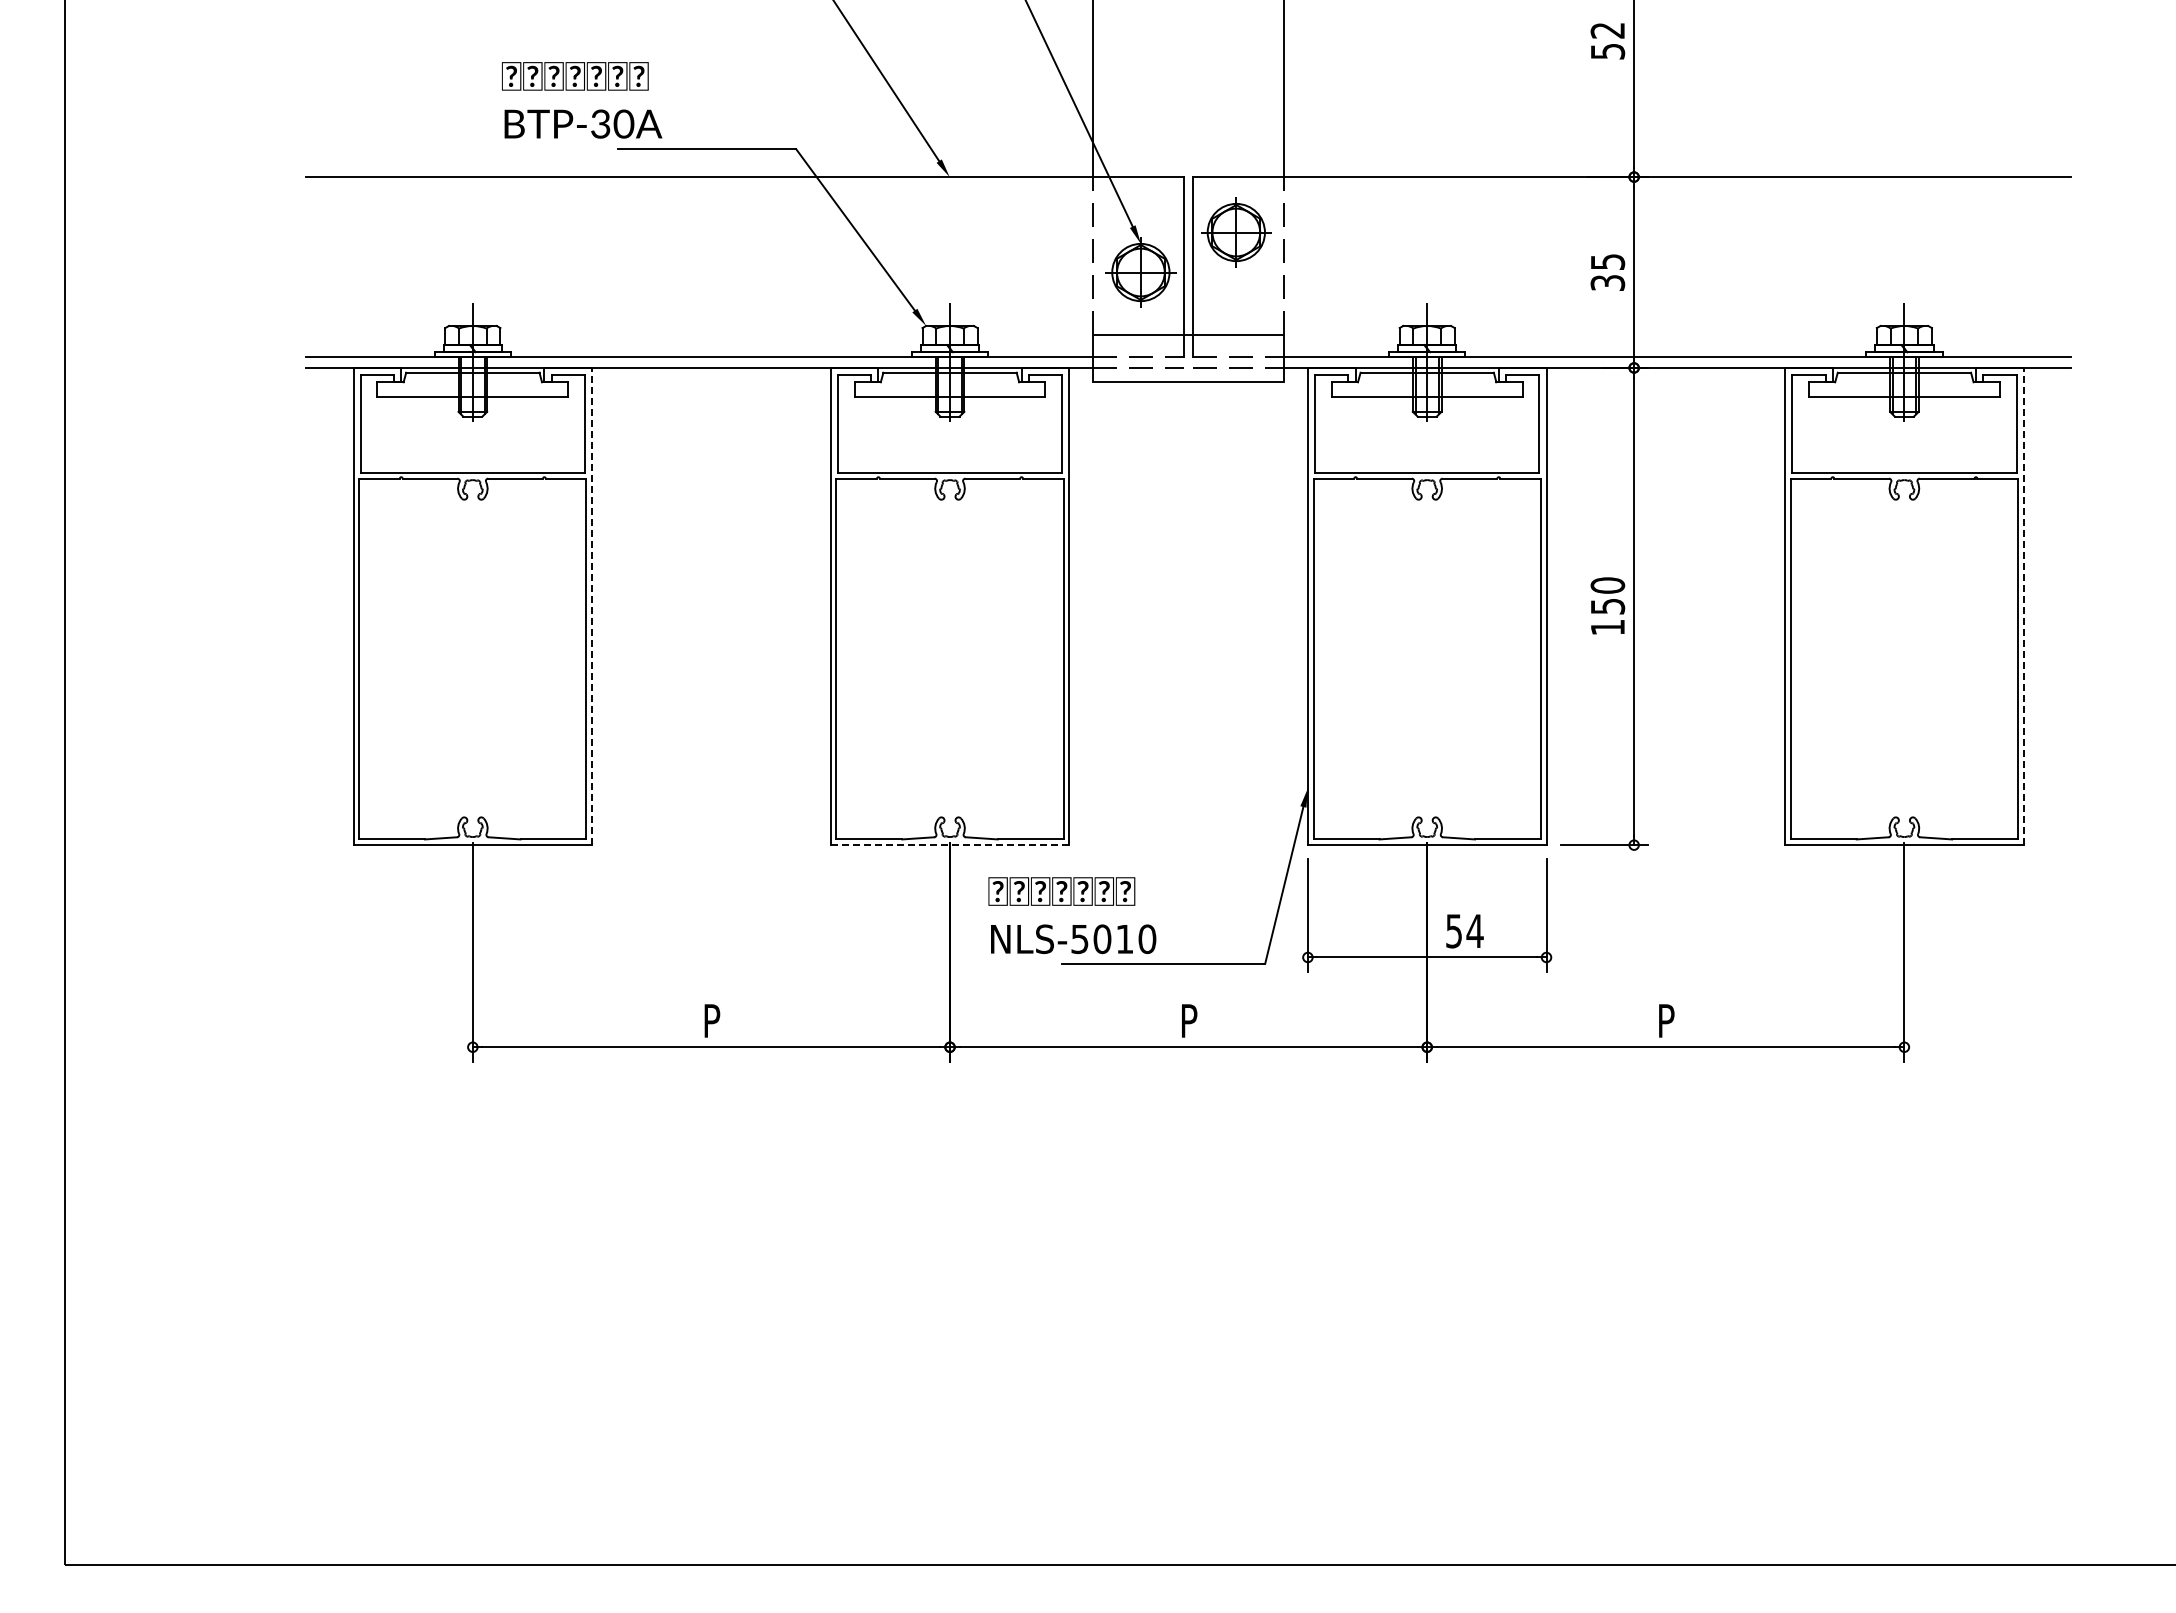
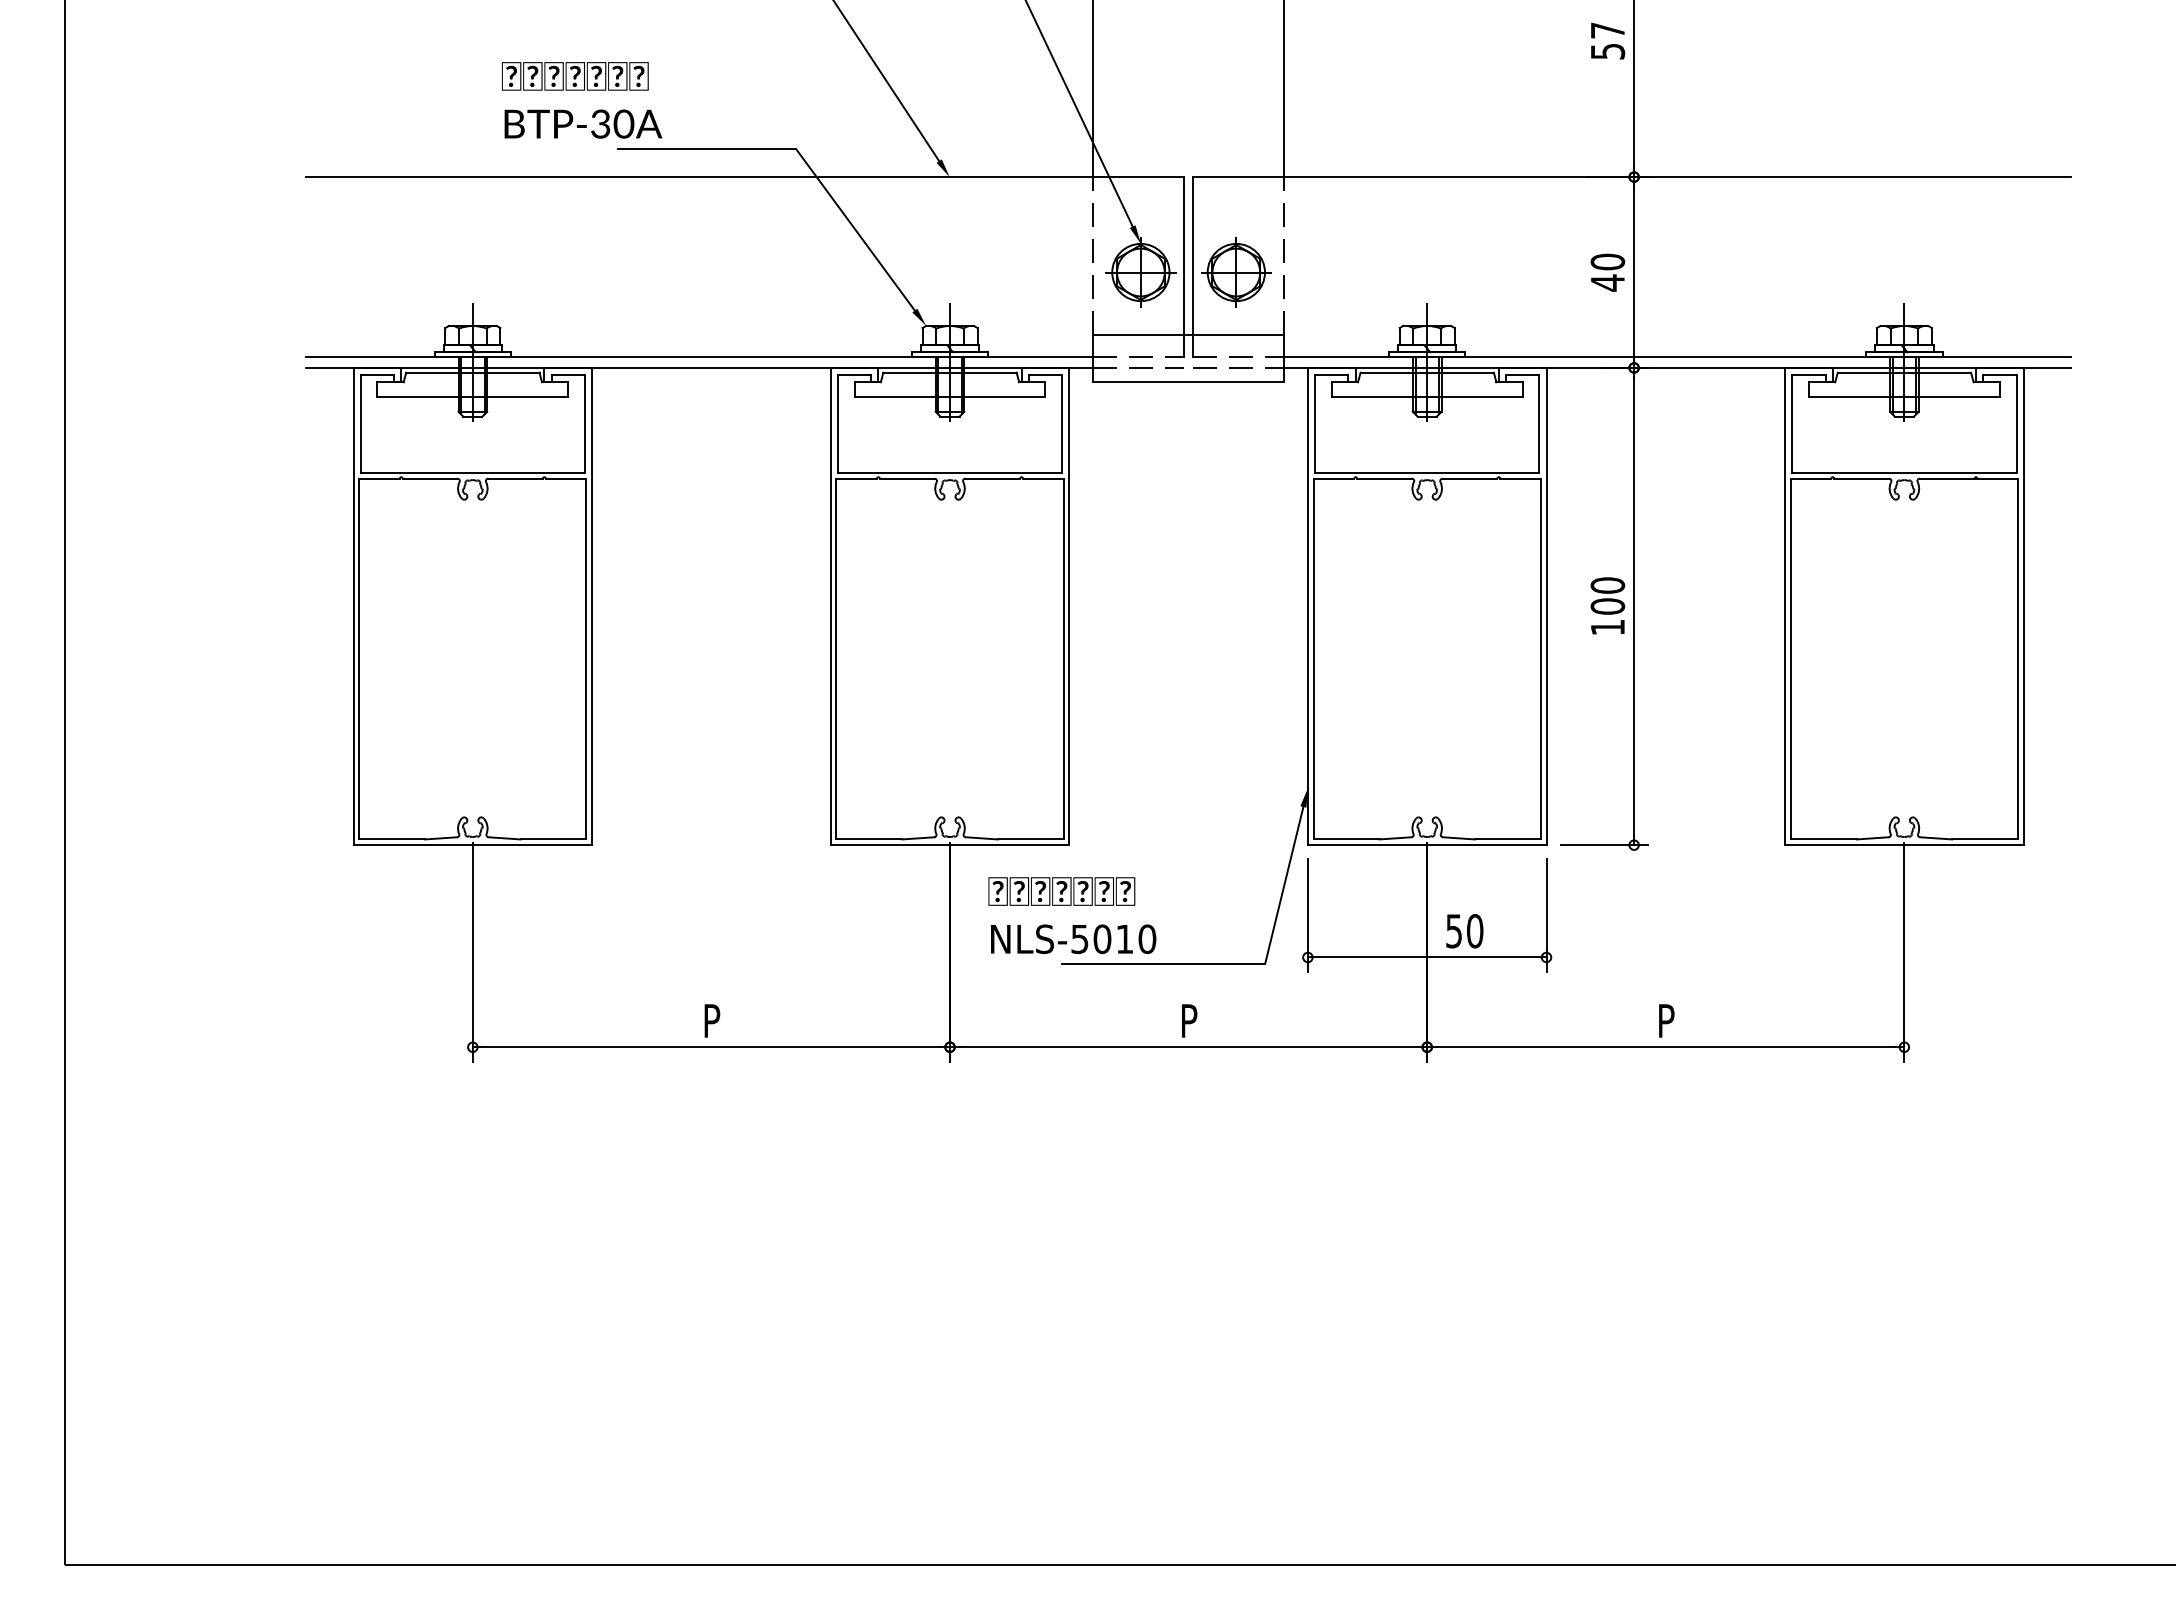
text at (1607, 30): 52 -> 57
part at (1236, 232) position: (1236, 232) -> (1236, 272)
text at (1607, 272): 35 -> 40
line at (592, 606): dashed -> solid
text at (1607, 606): 150 -> 100
line at (2023, 606): dashed -> solid
line at (950, 845): dashed -> solid
text at (1474, 931): 54 -> 50
